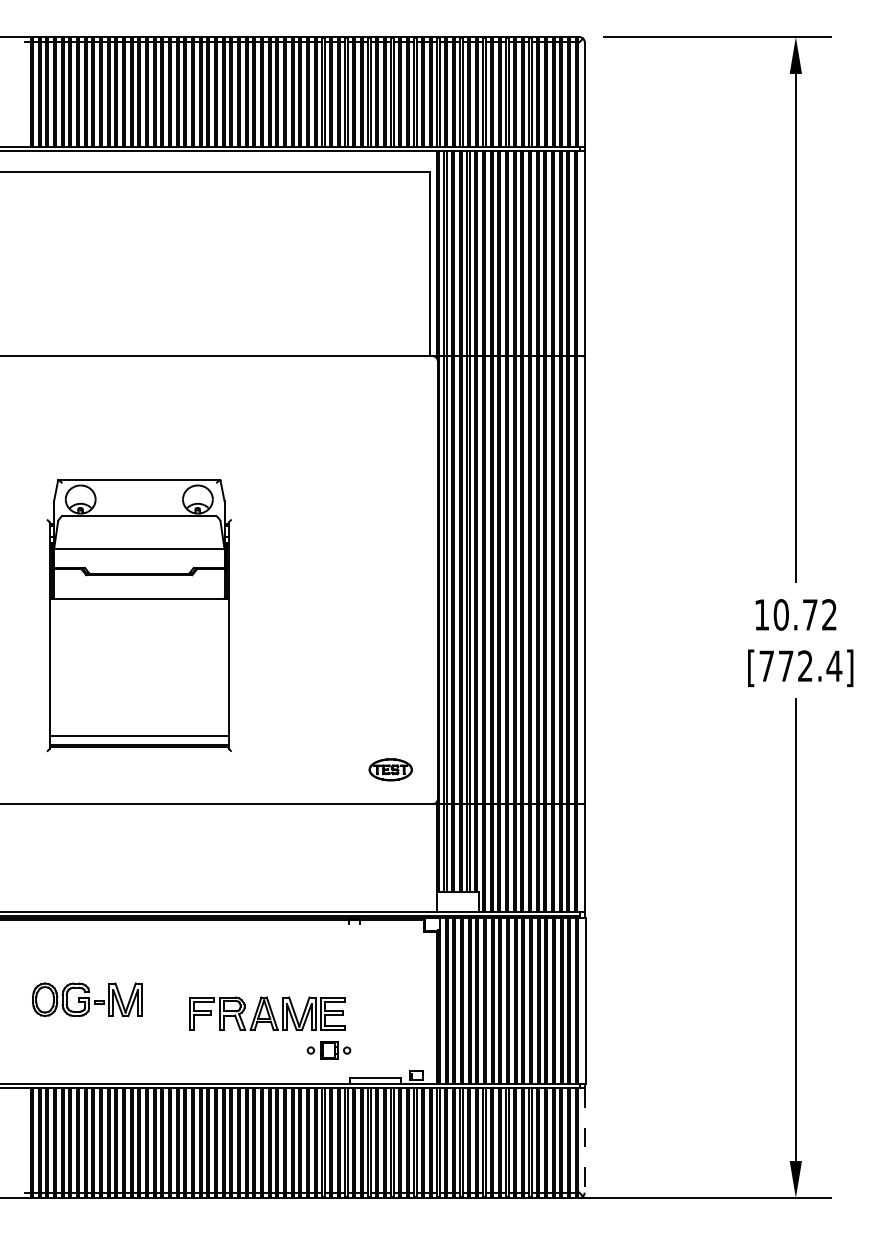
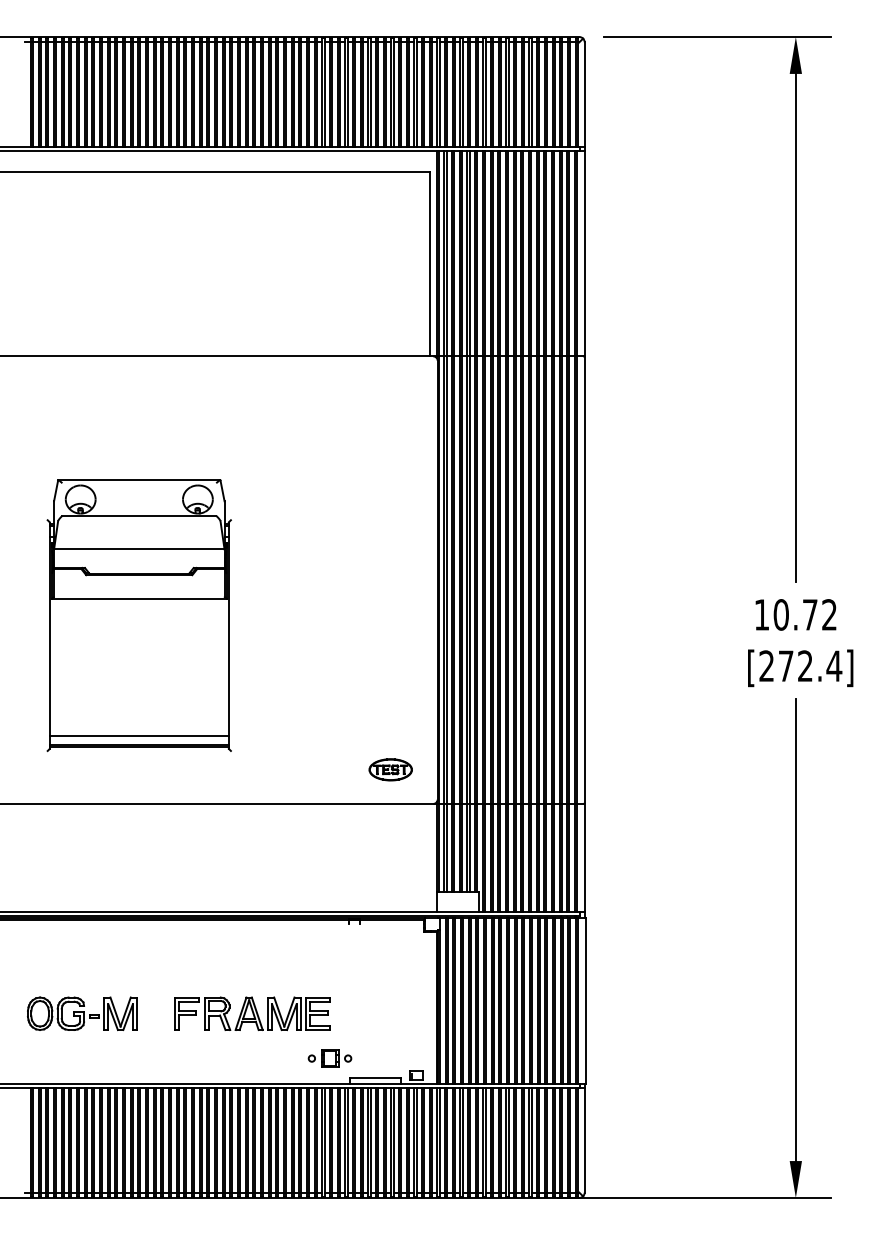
text at (766, 665): [772.4] -> [272.4]
part at (87, 999) position: (87, 999) -> (82, 1013)
part at (267, 1013) position: (267, 1013) -> (252, 1013)
part at (328, 1050) position: (328, 1050) -> (329, 1058)
line at (584, 1141): dashed -> solid
